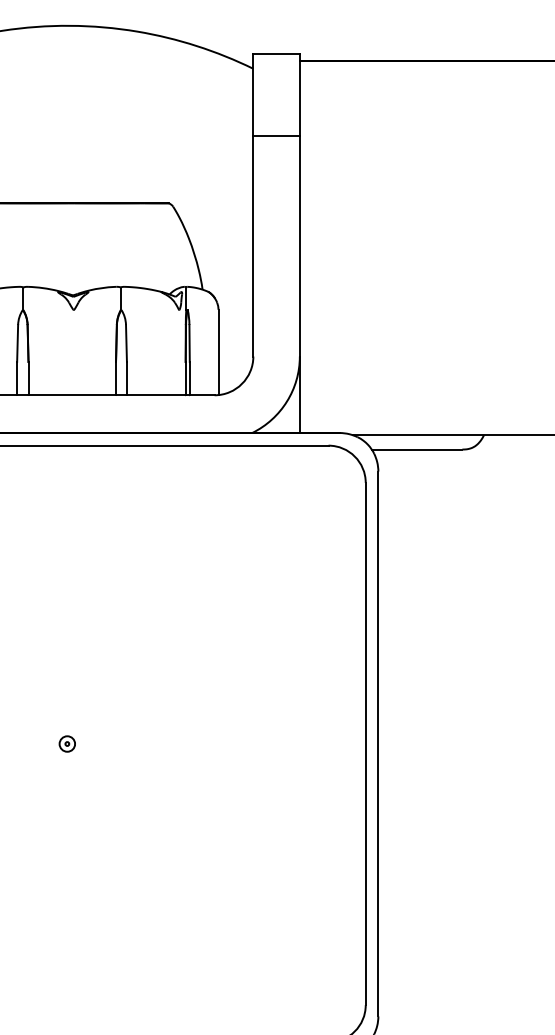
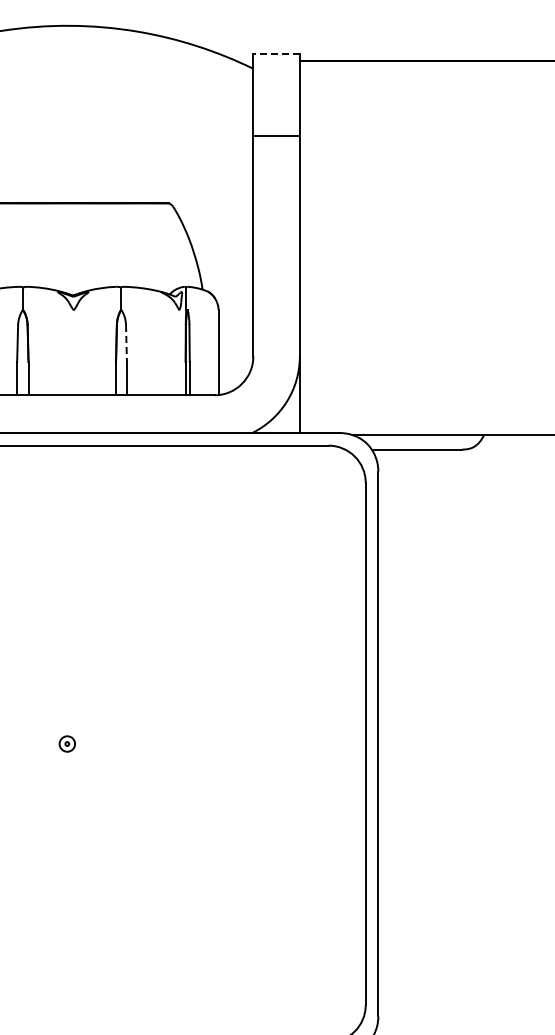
line at (276, 54): solid -> dashed
line at (126, 343): solid -> dashed
